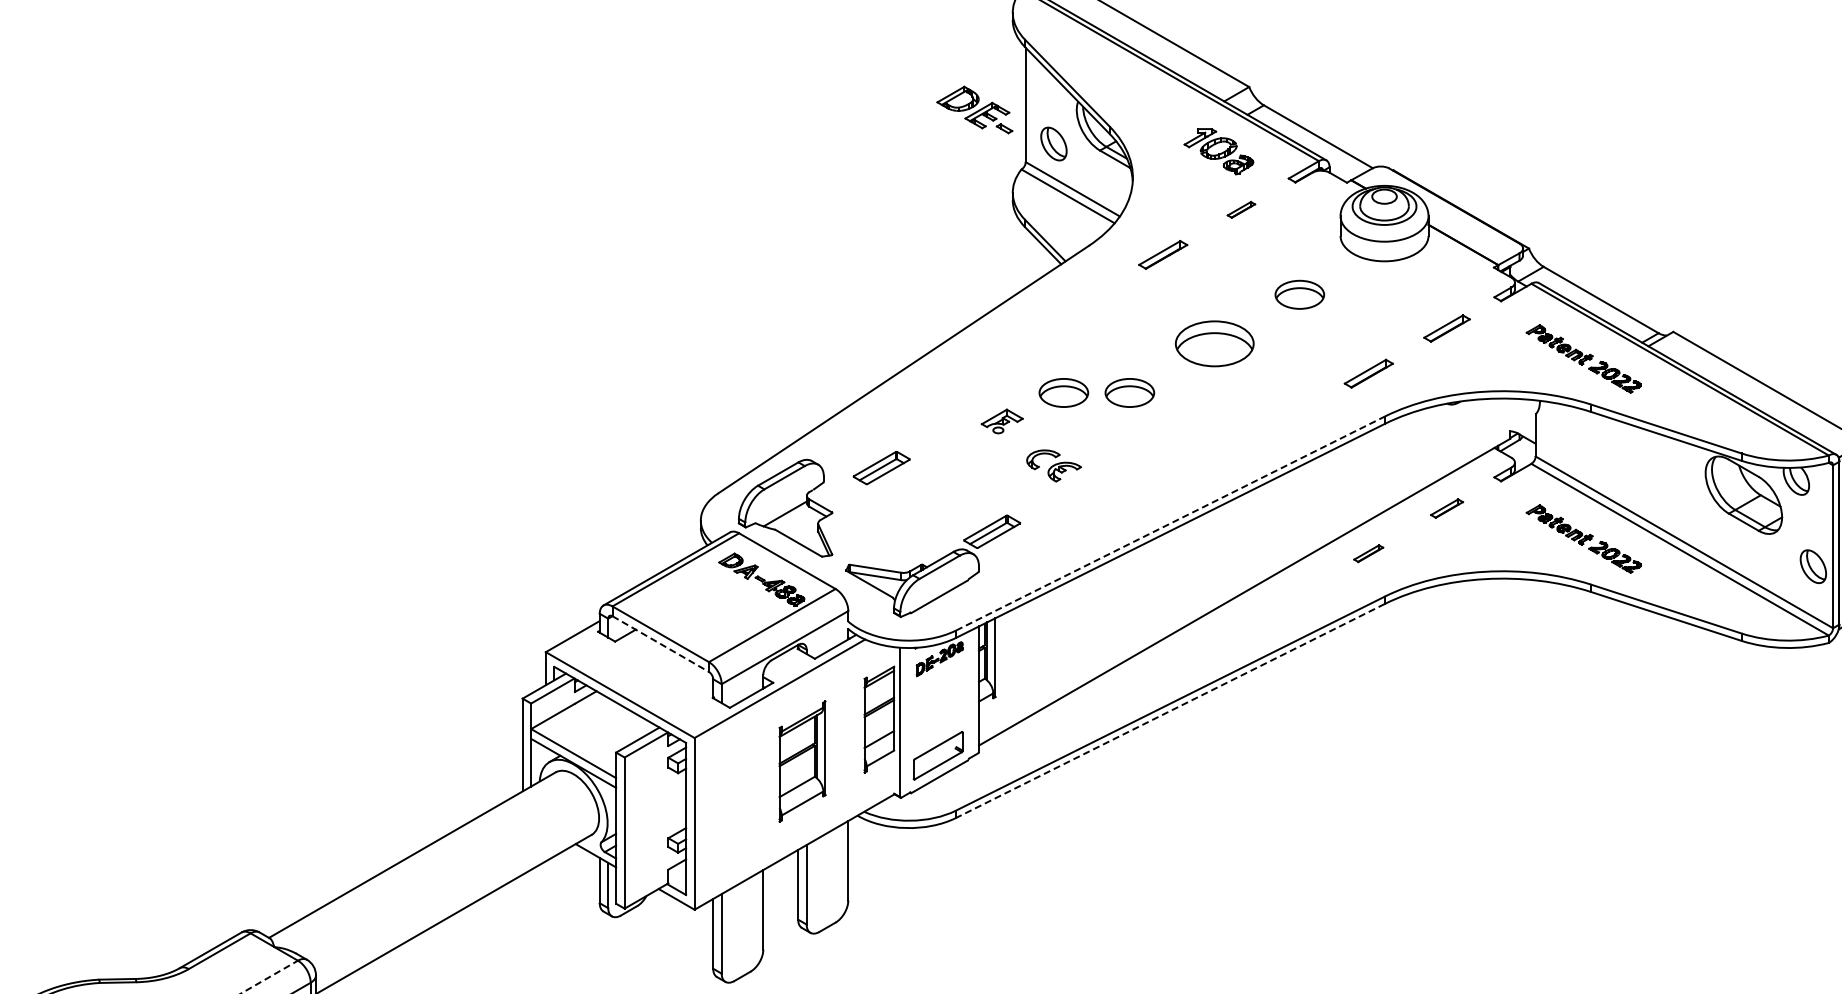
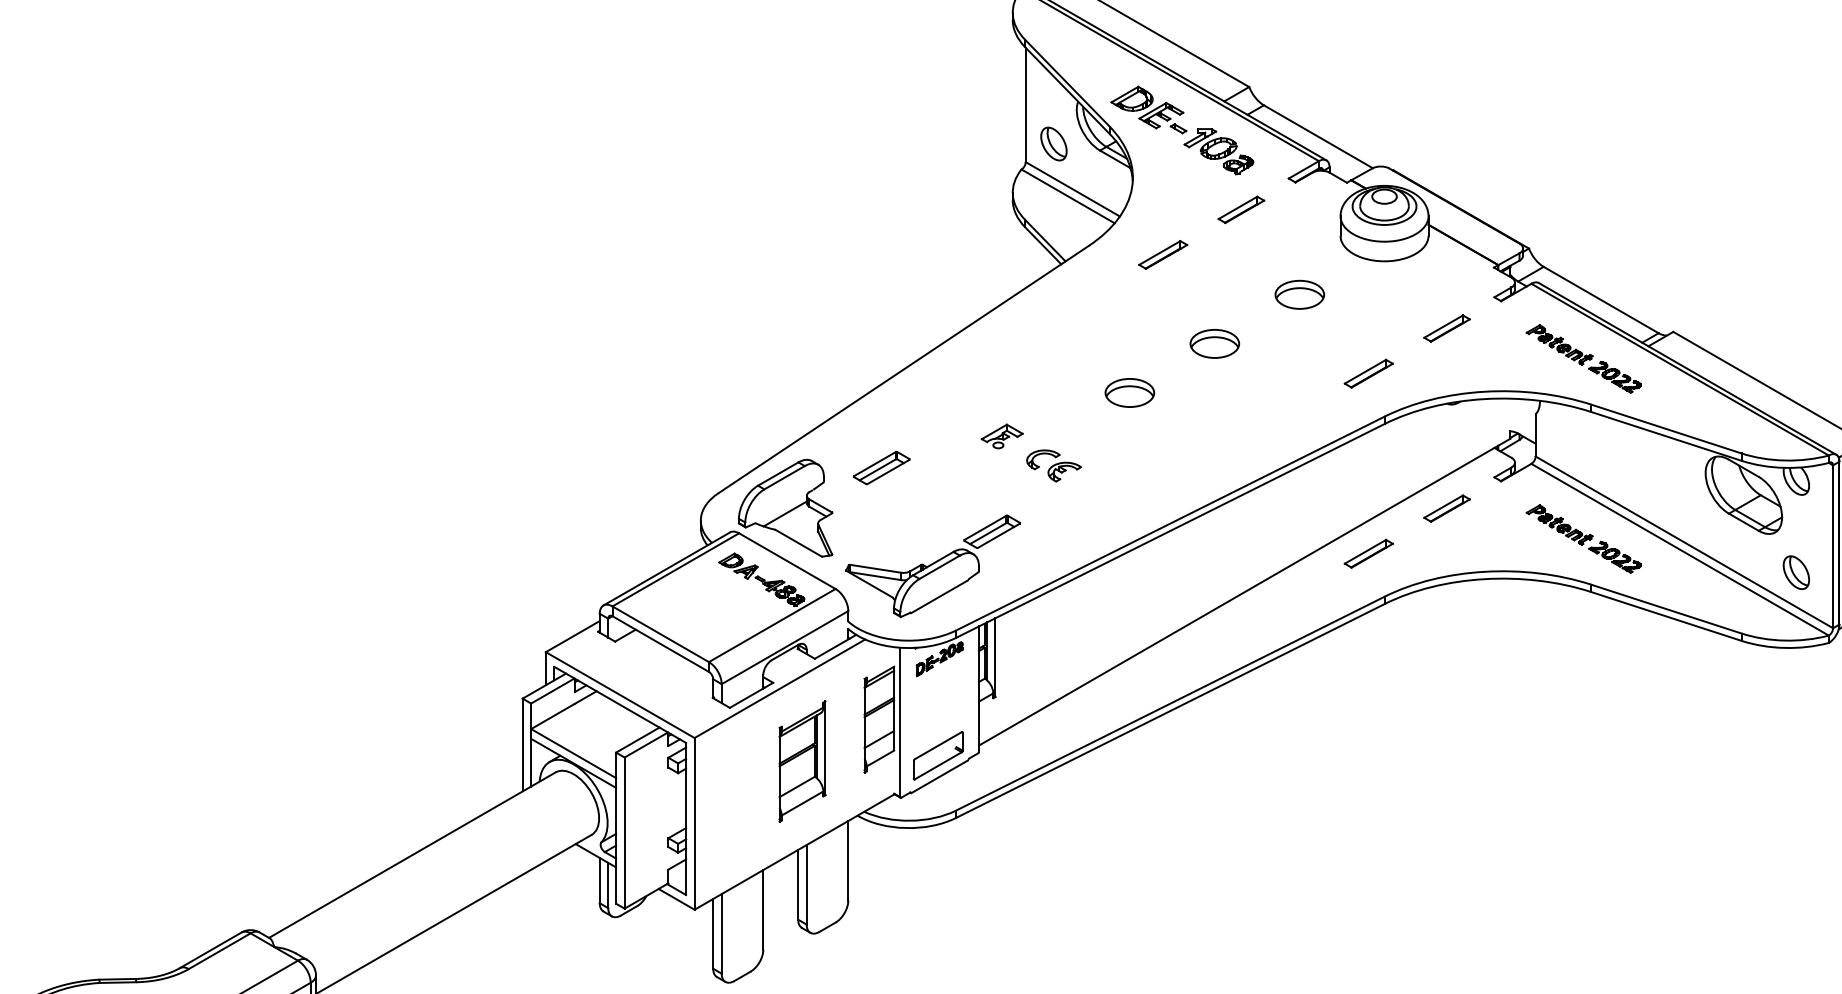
part at (974, 109) position: (974, 109) -> (1148, 109)
part at (1241, 209) size: 31x18 px -> 49x30 px
part at (1214, 343) size: 80x48 px -> 52x30 px
part at (1063, 392): present -> none
part at (1001, 421) position: (1001, 421) -> (1001, 436)
part at (1446, 508) size: 34x21 px -> 48x29 px
line at (1170, 523): dashed -> solid
part at (1368, 553) size: 32x20 px -> 51x31 px
part at (1812, 566) position: (1812, 566) -> (1795, 572)
line at (660, 644): dashed -> solid
line at (1170, 710): dashed -> solid
line at (269, 977): dashed -> solid
